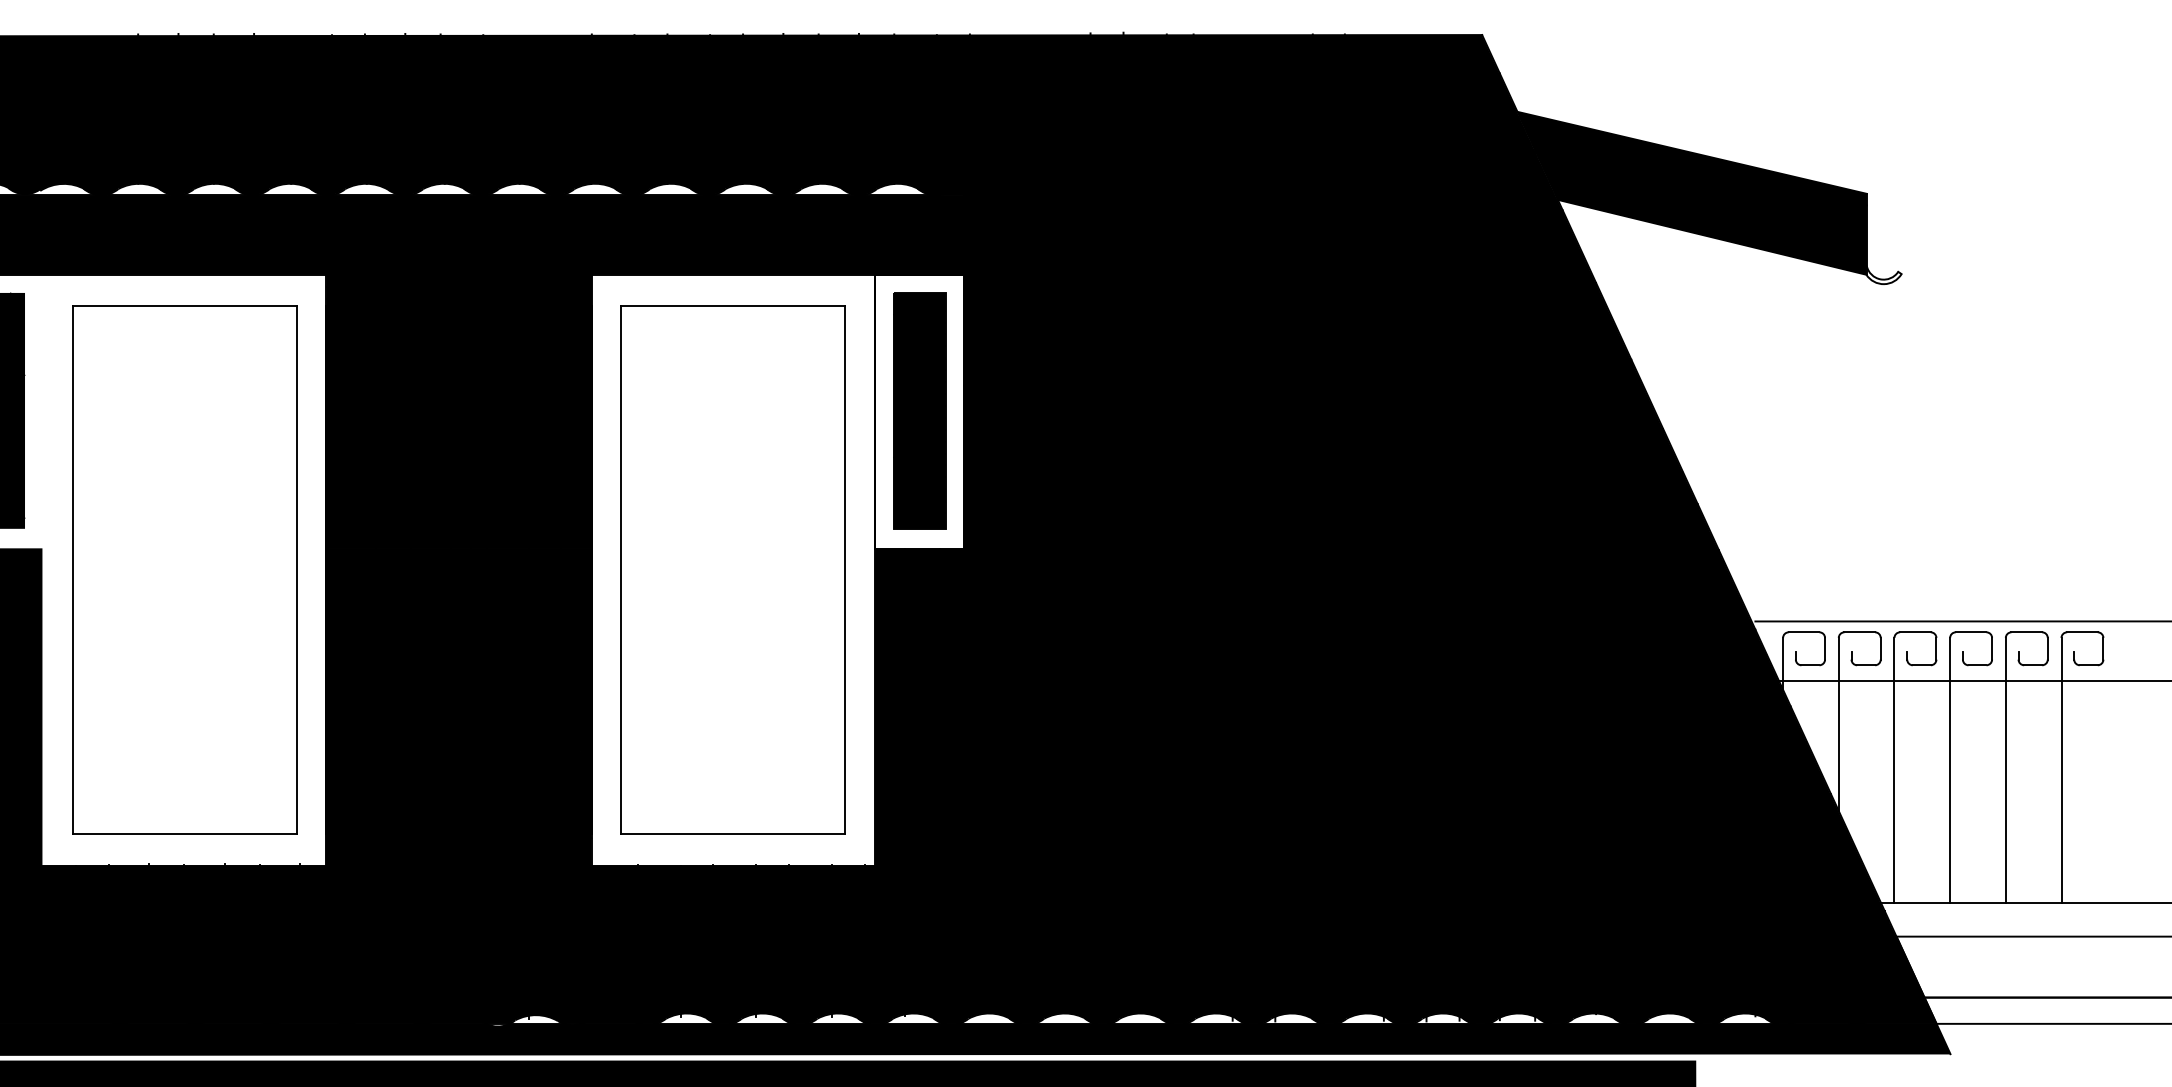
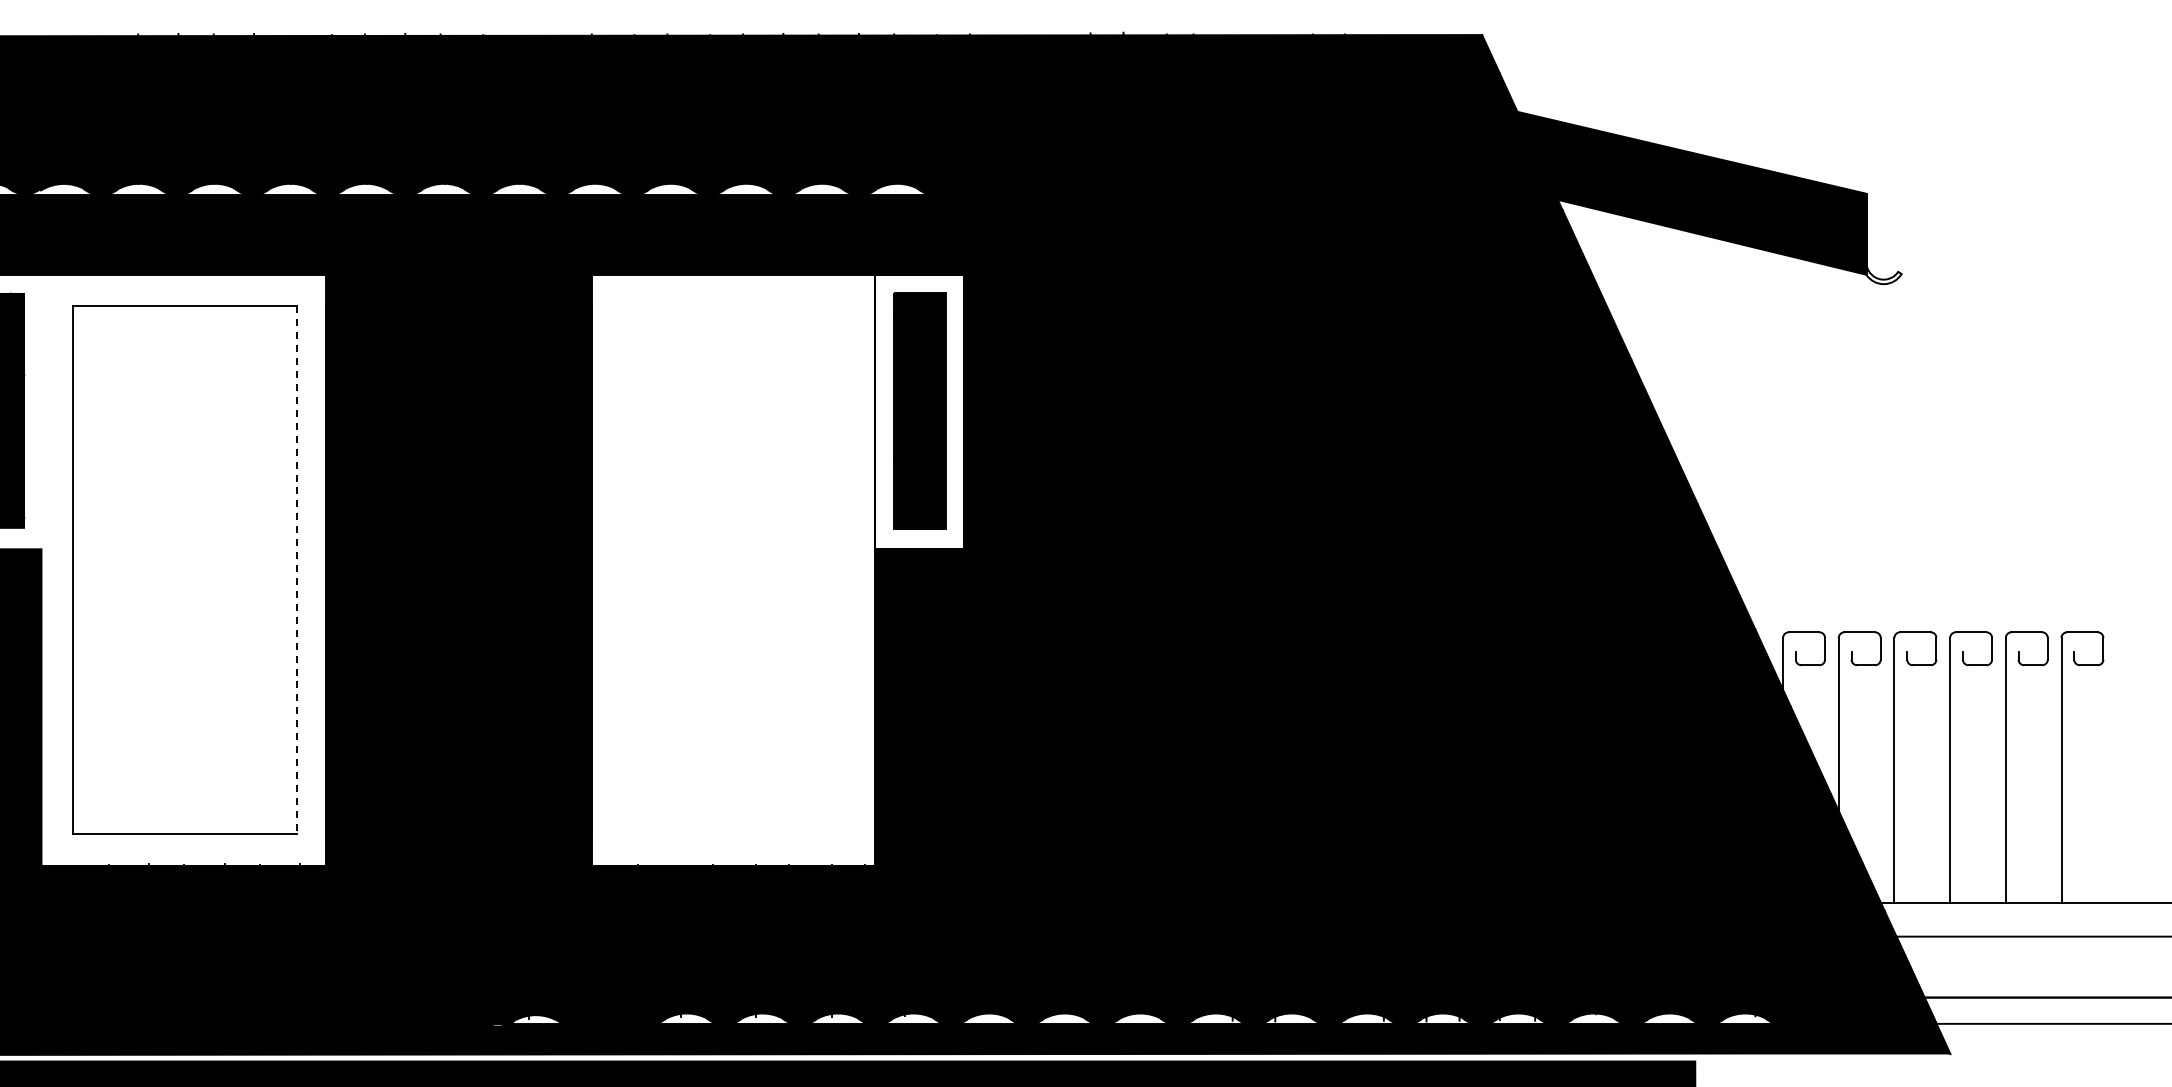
part at (732, 569): present -> none
line at (297, 570): solid -> dashed
line at (1961, 621): present -> none
line at (1973, 680): present -> none
